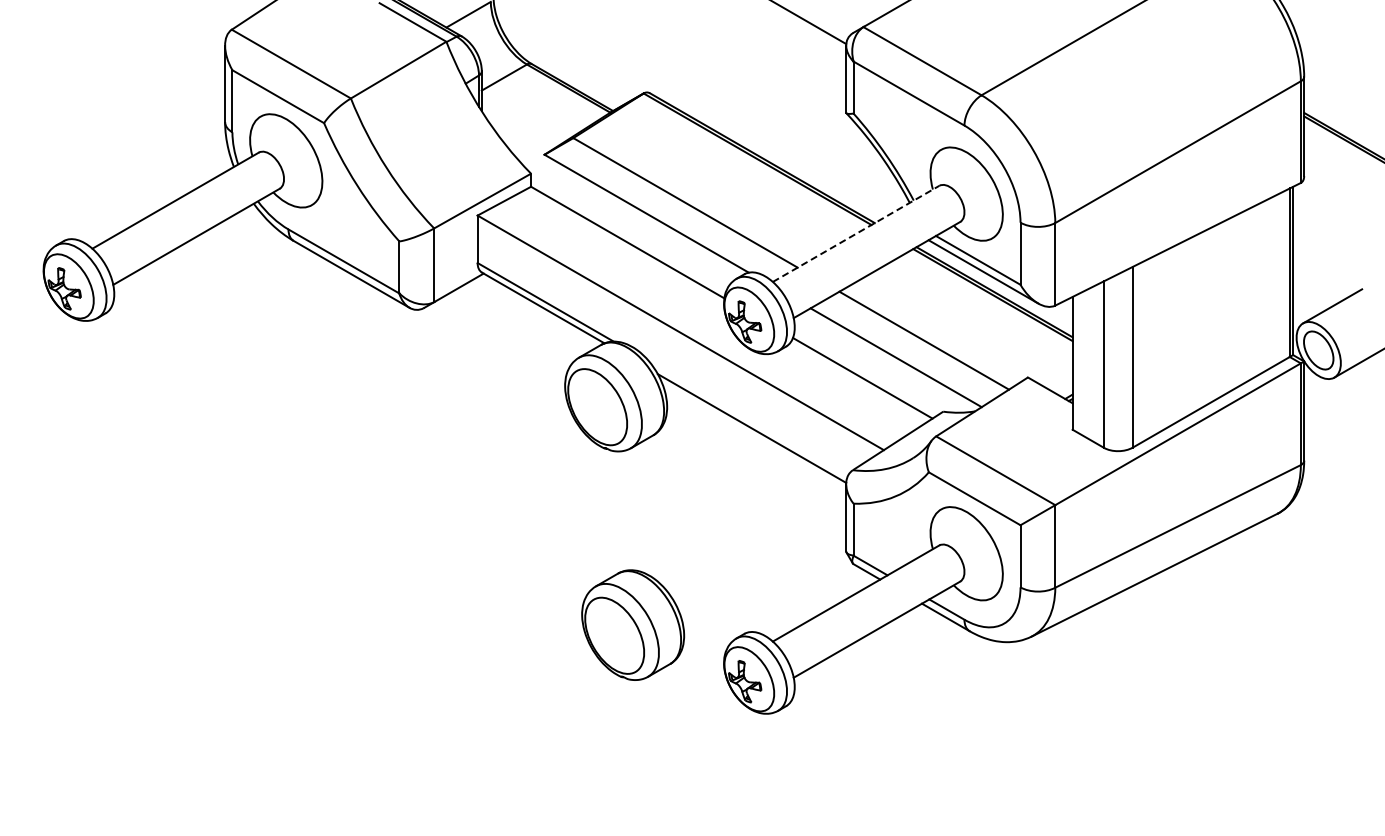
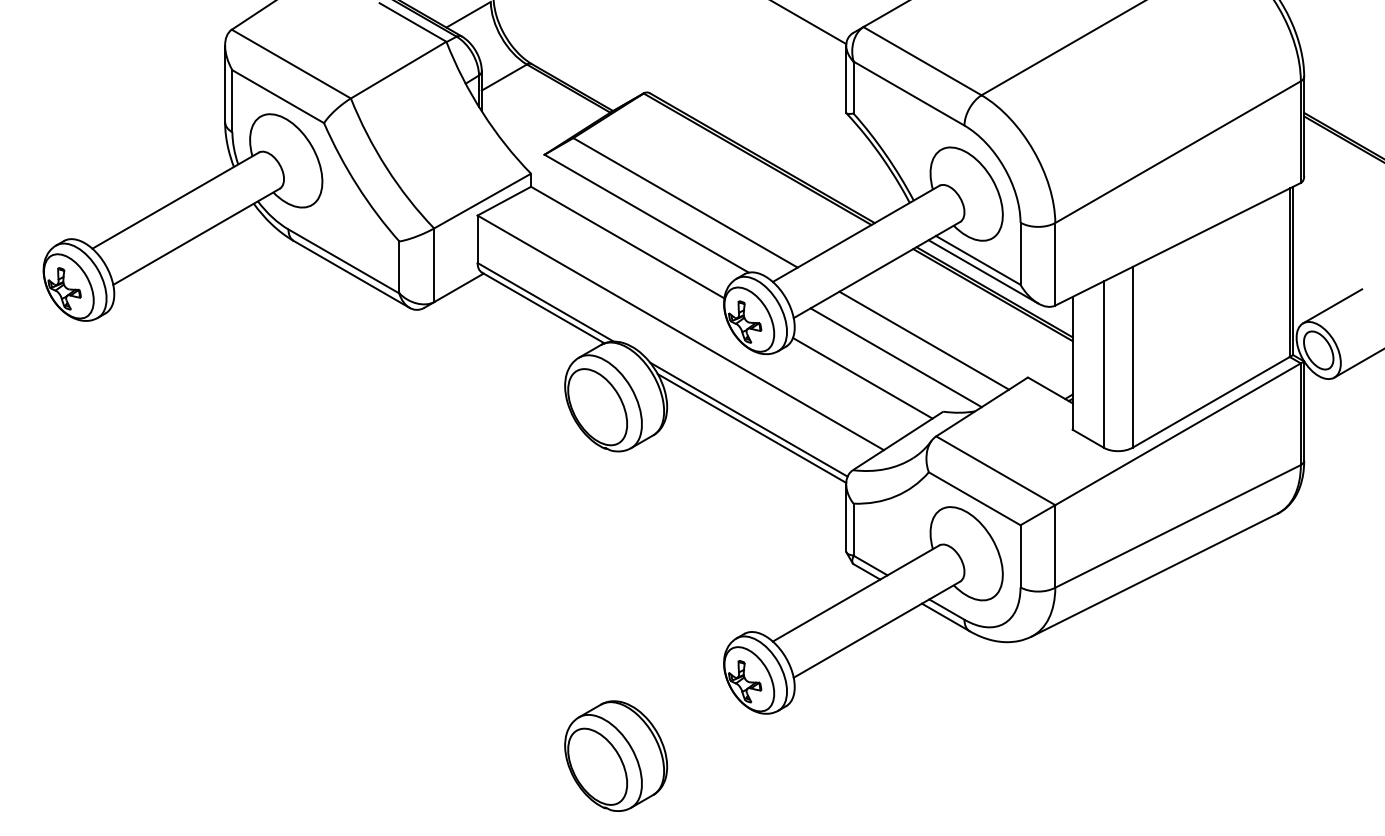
line at (856, 233): dashed -> solid
line at (748, 419): none -> present
part at (633, 624) position: (633, 624) -> (616, 755)
